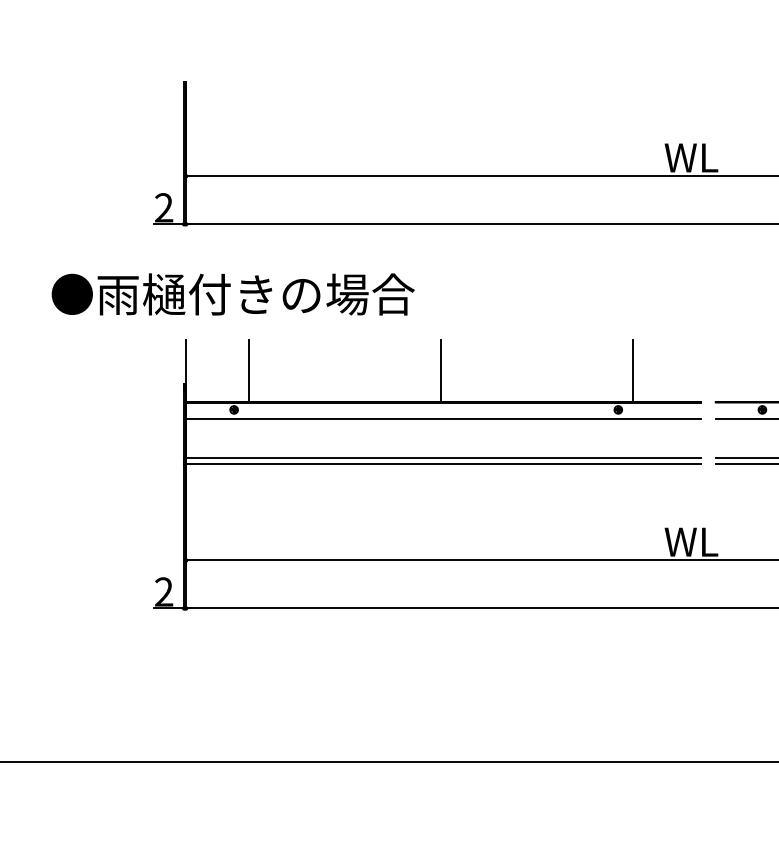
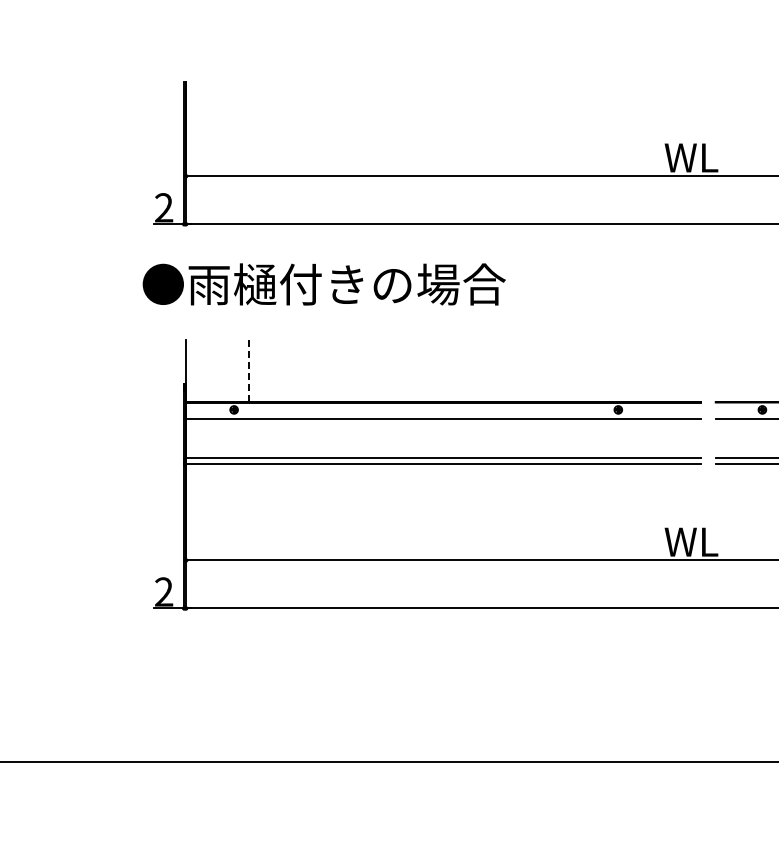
text at (232, 294) position: (232, 294) -> (323, 284)
line at (248, 370): solid -> dashed
line at (440, 370): present -> none
line at (632, 370): present -> none
